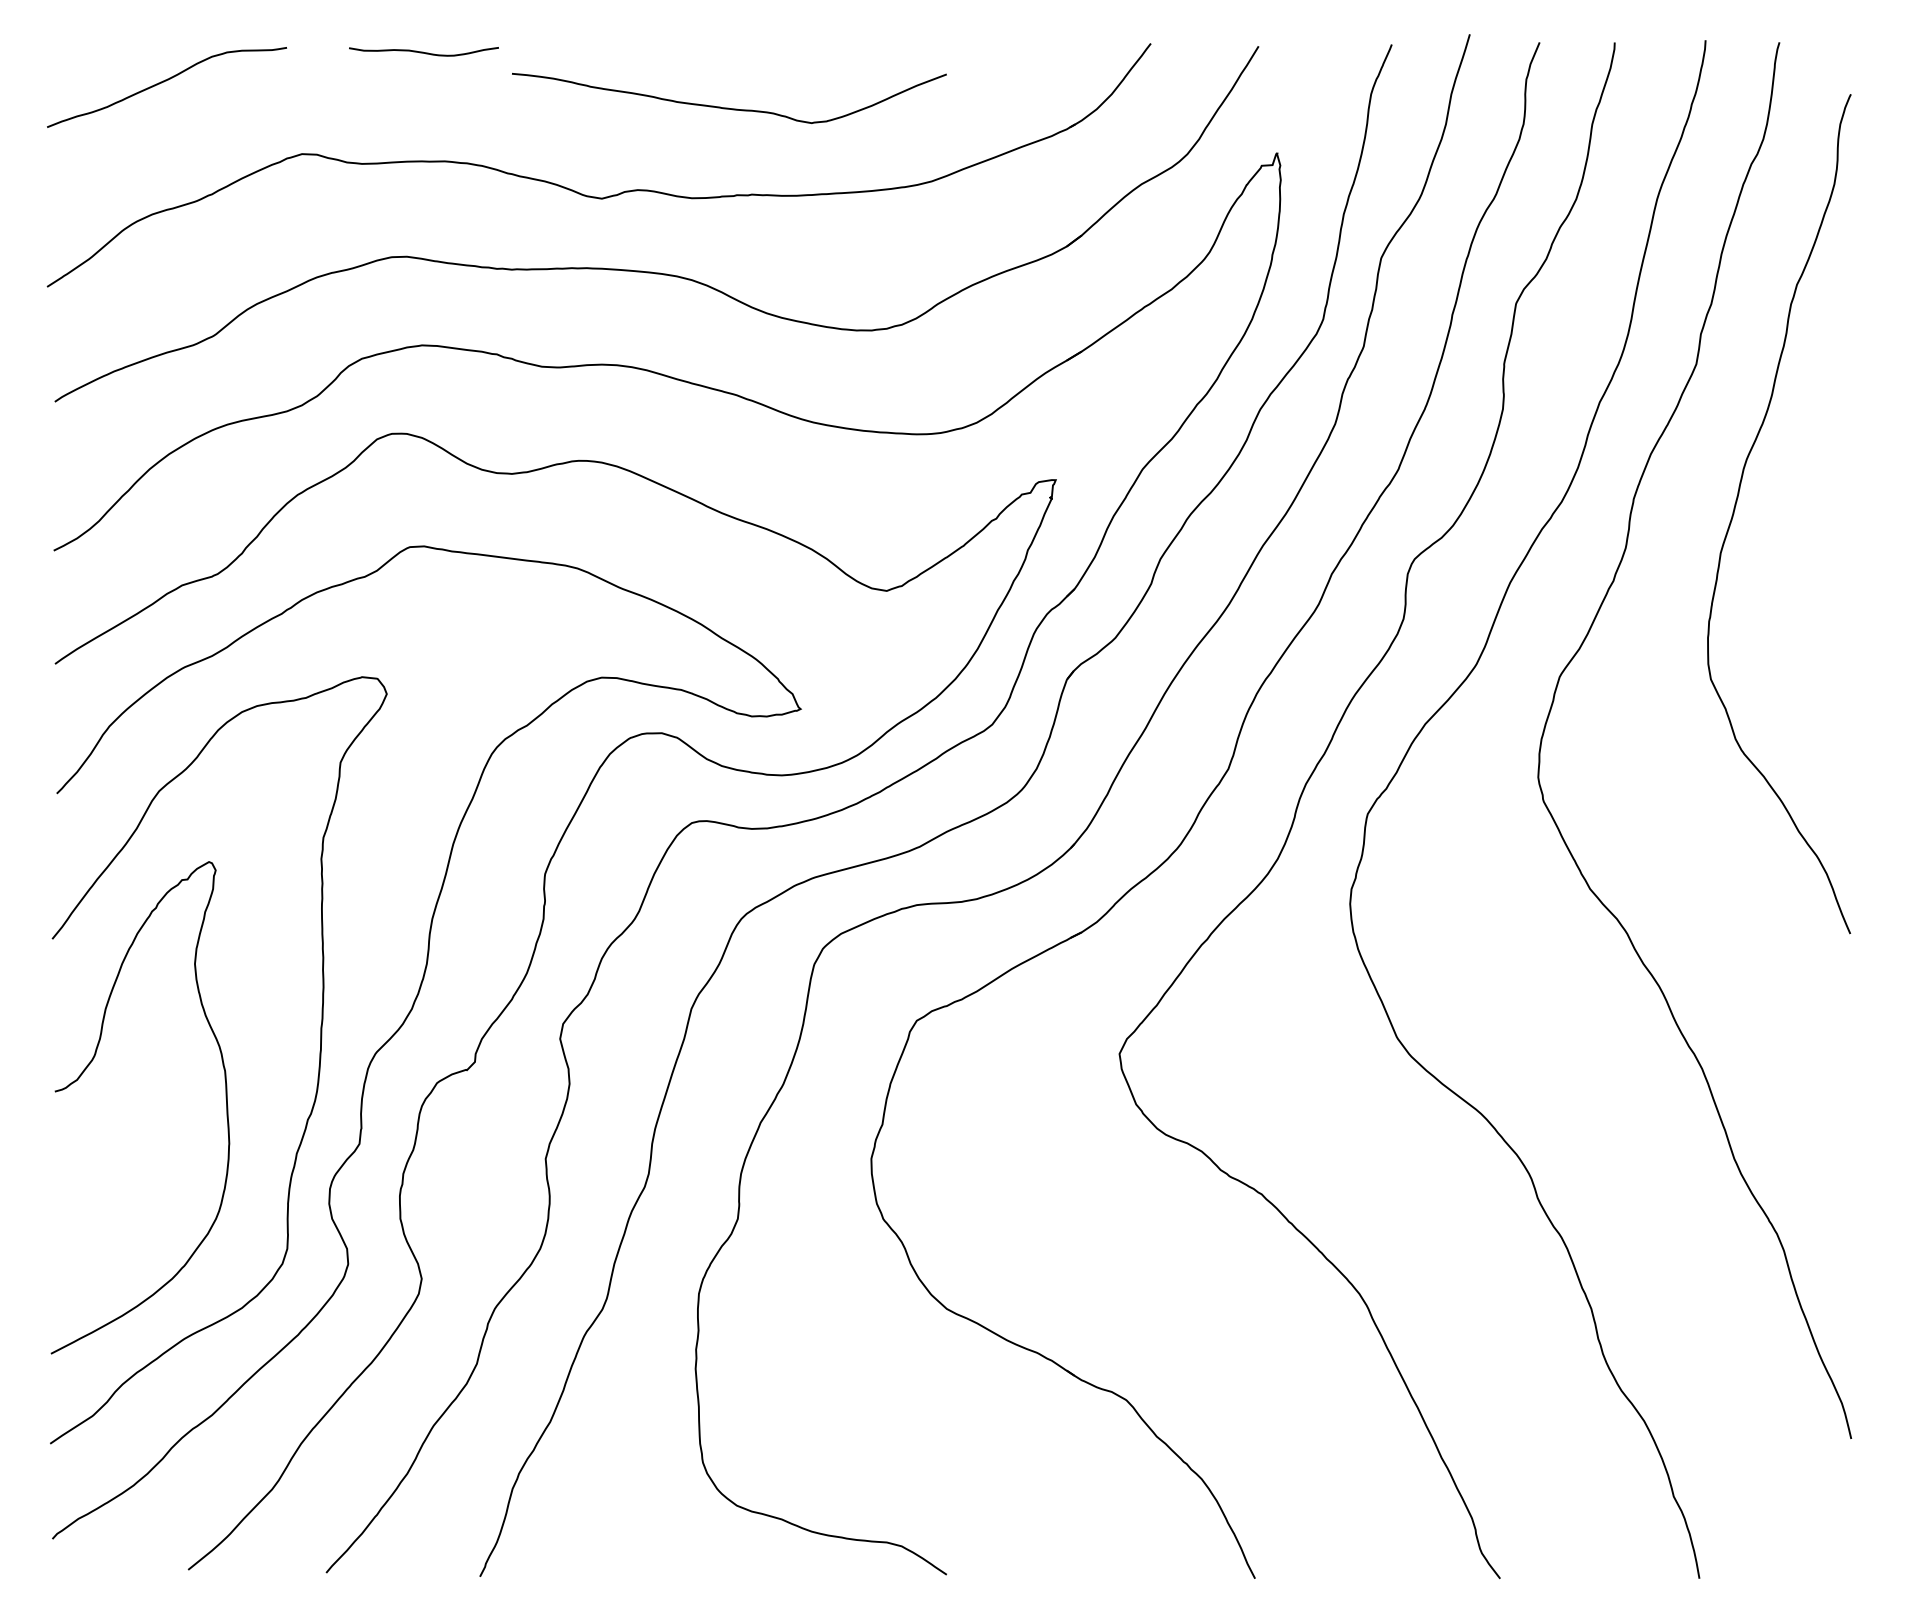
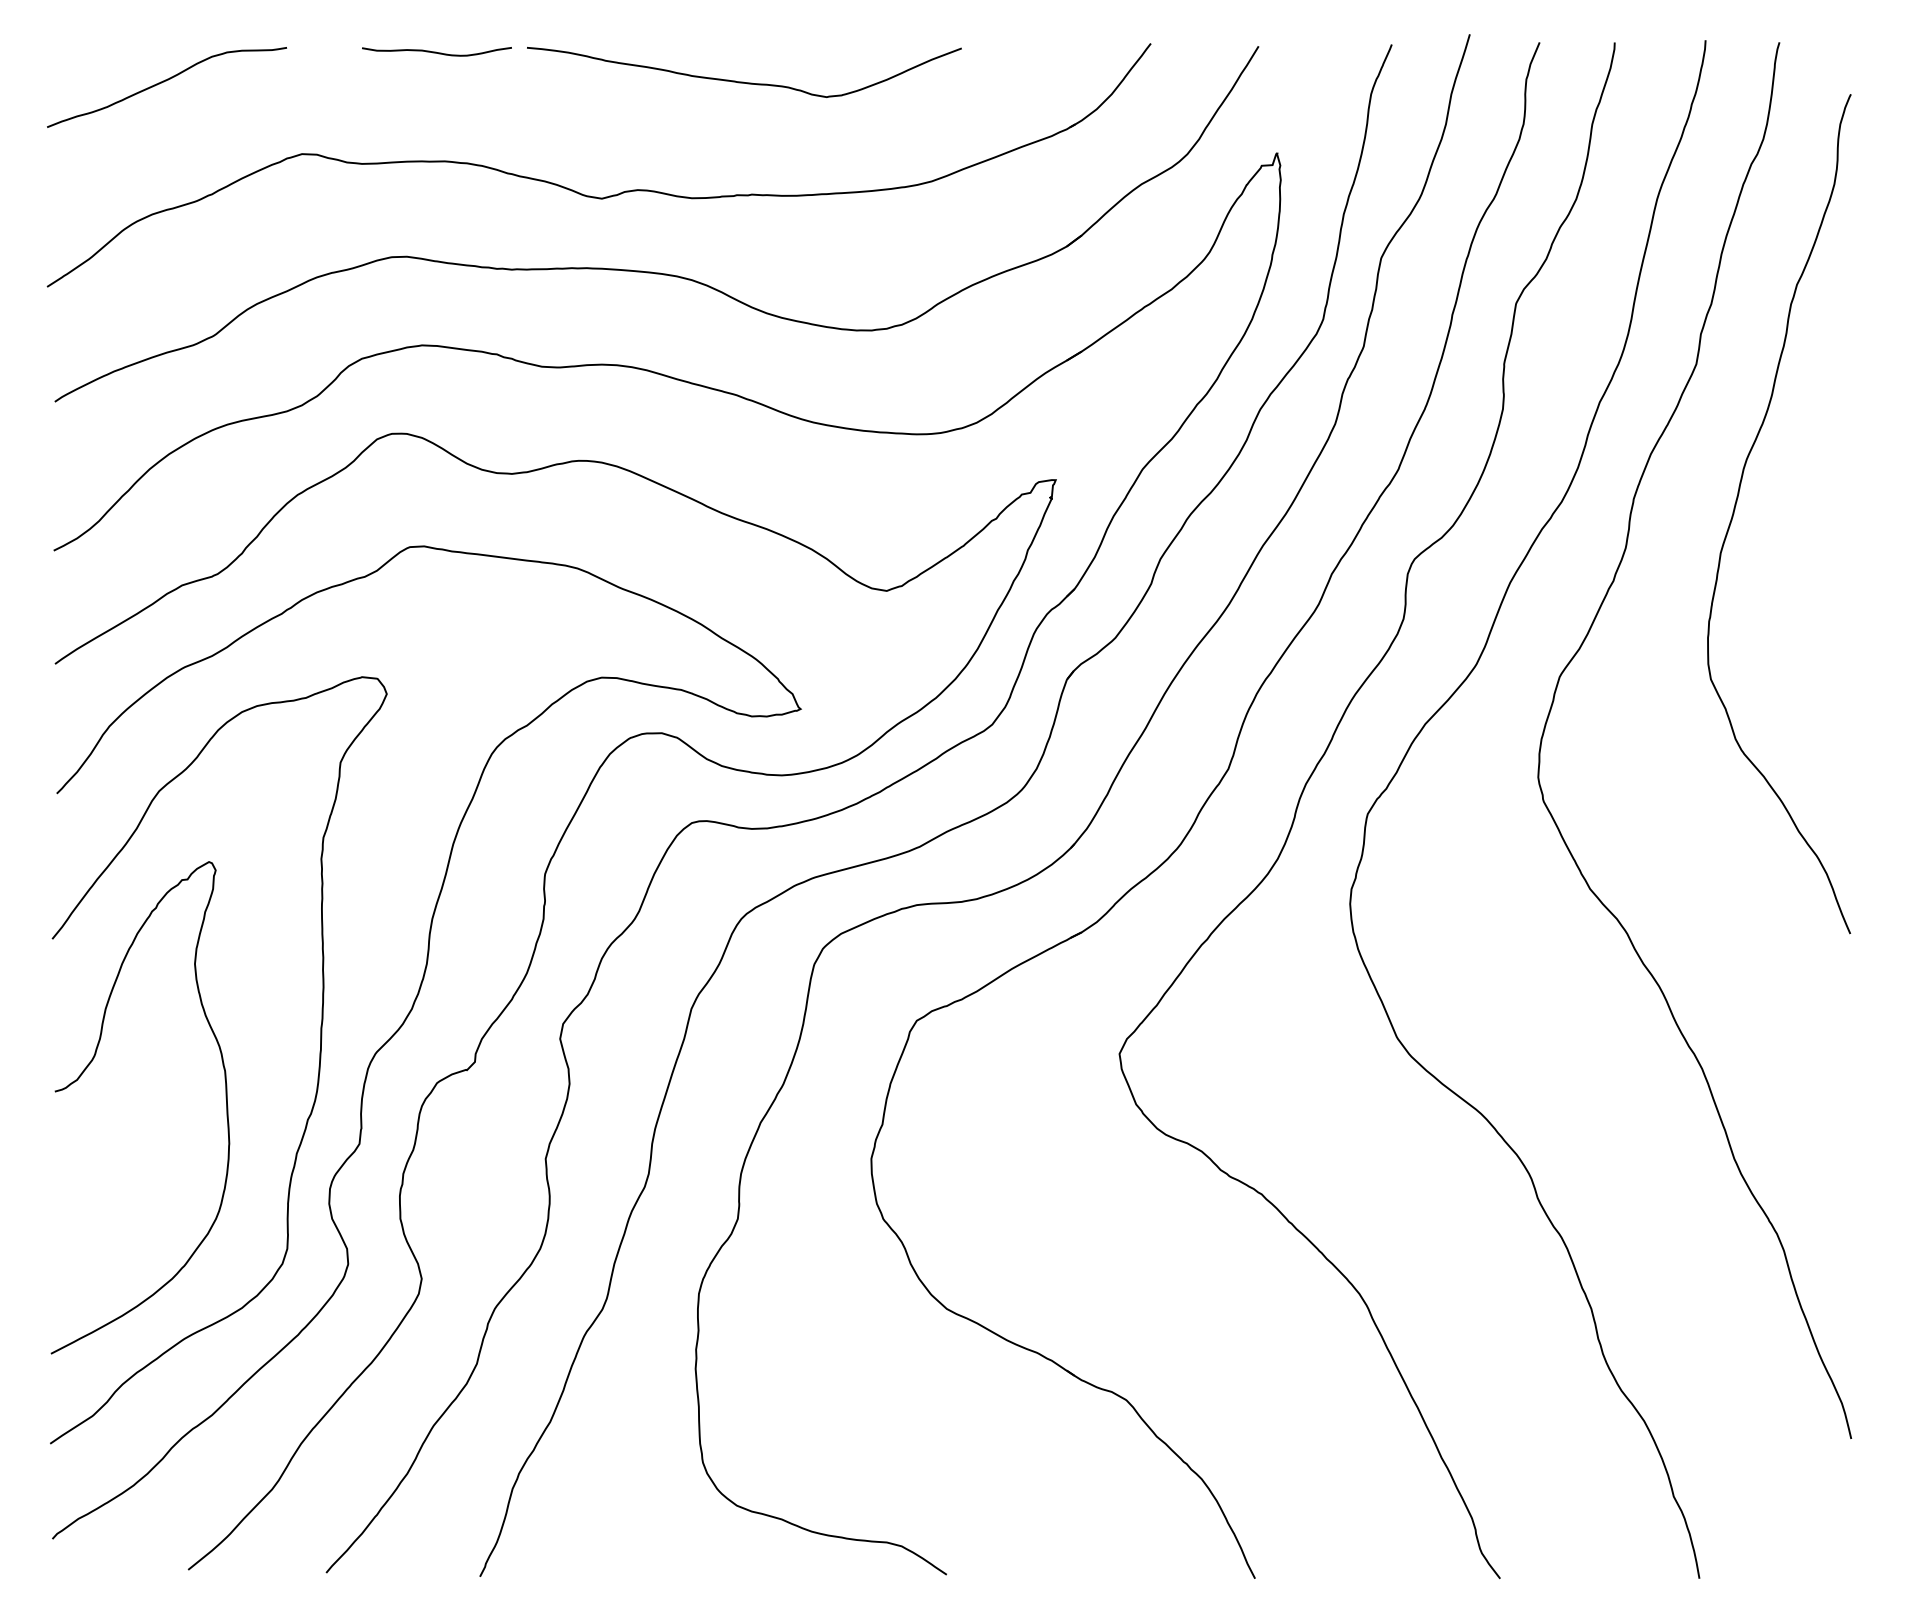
curve at (423, 51) position: (423, 51) -> (436, 51)
curve at (728, 107) position: (728, 107) -> (743, 81)
